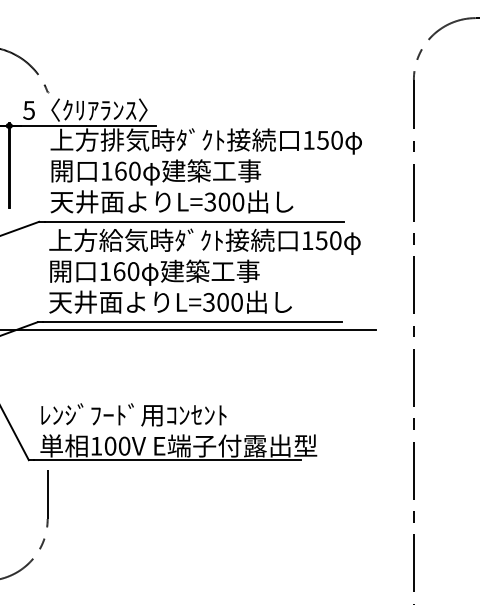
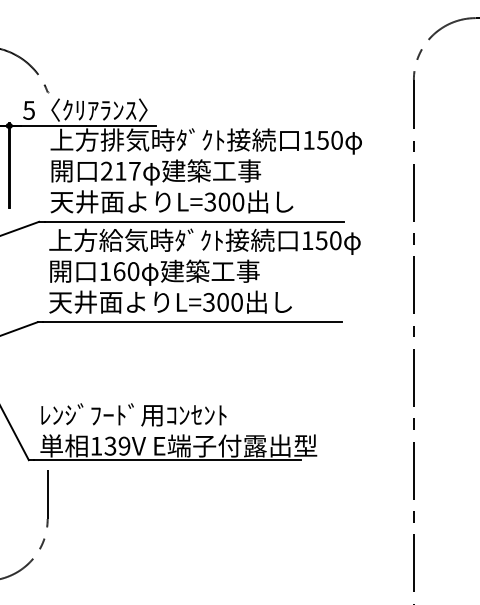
text at (120, 170): 160 -> 217
line at (188, 329): present -> none
text at (117, 445): 100V -> 139V
